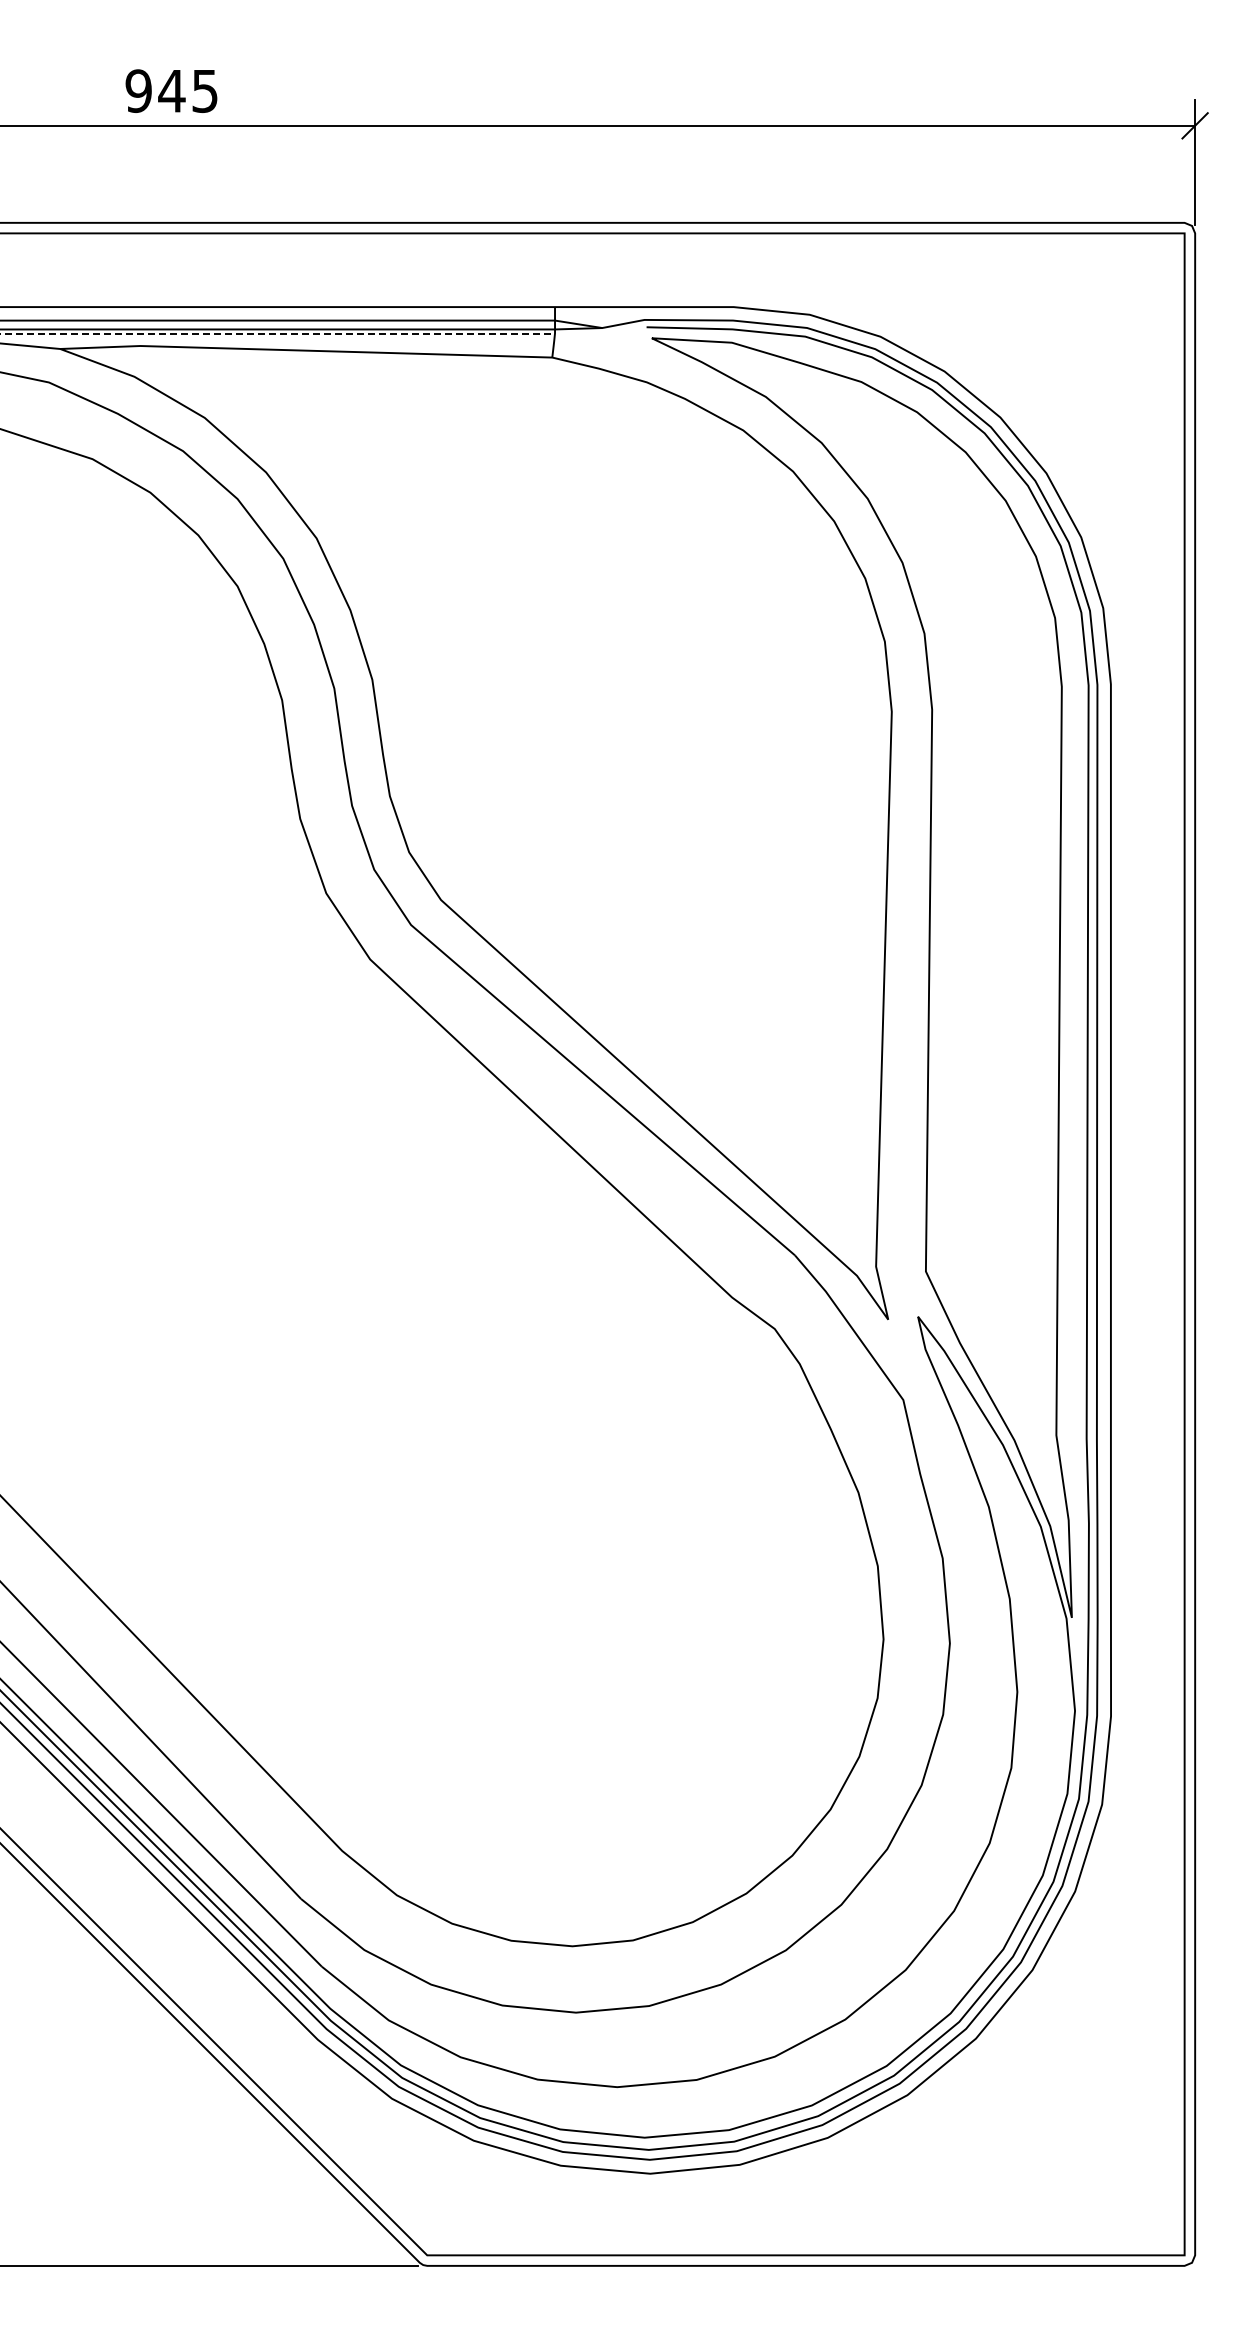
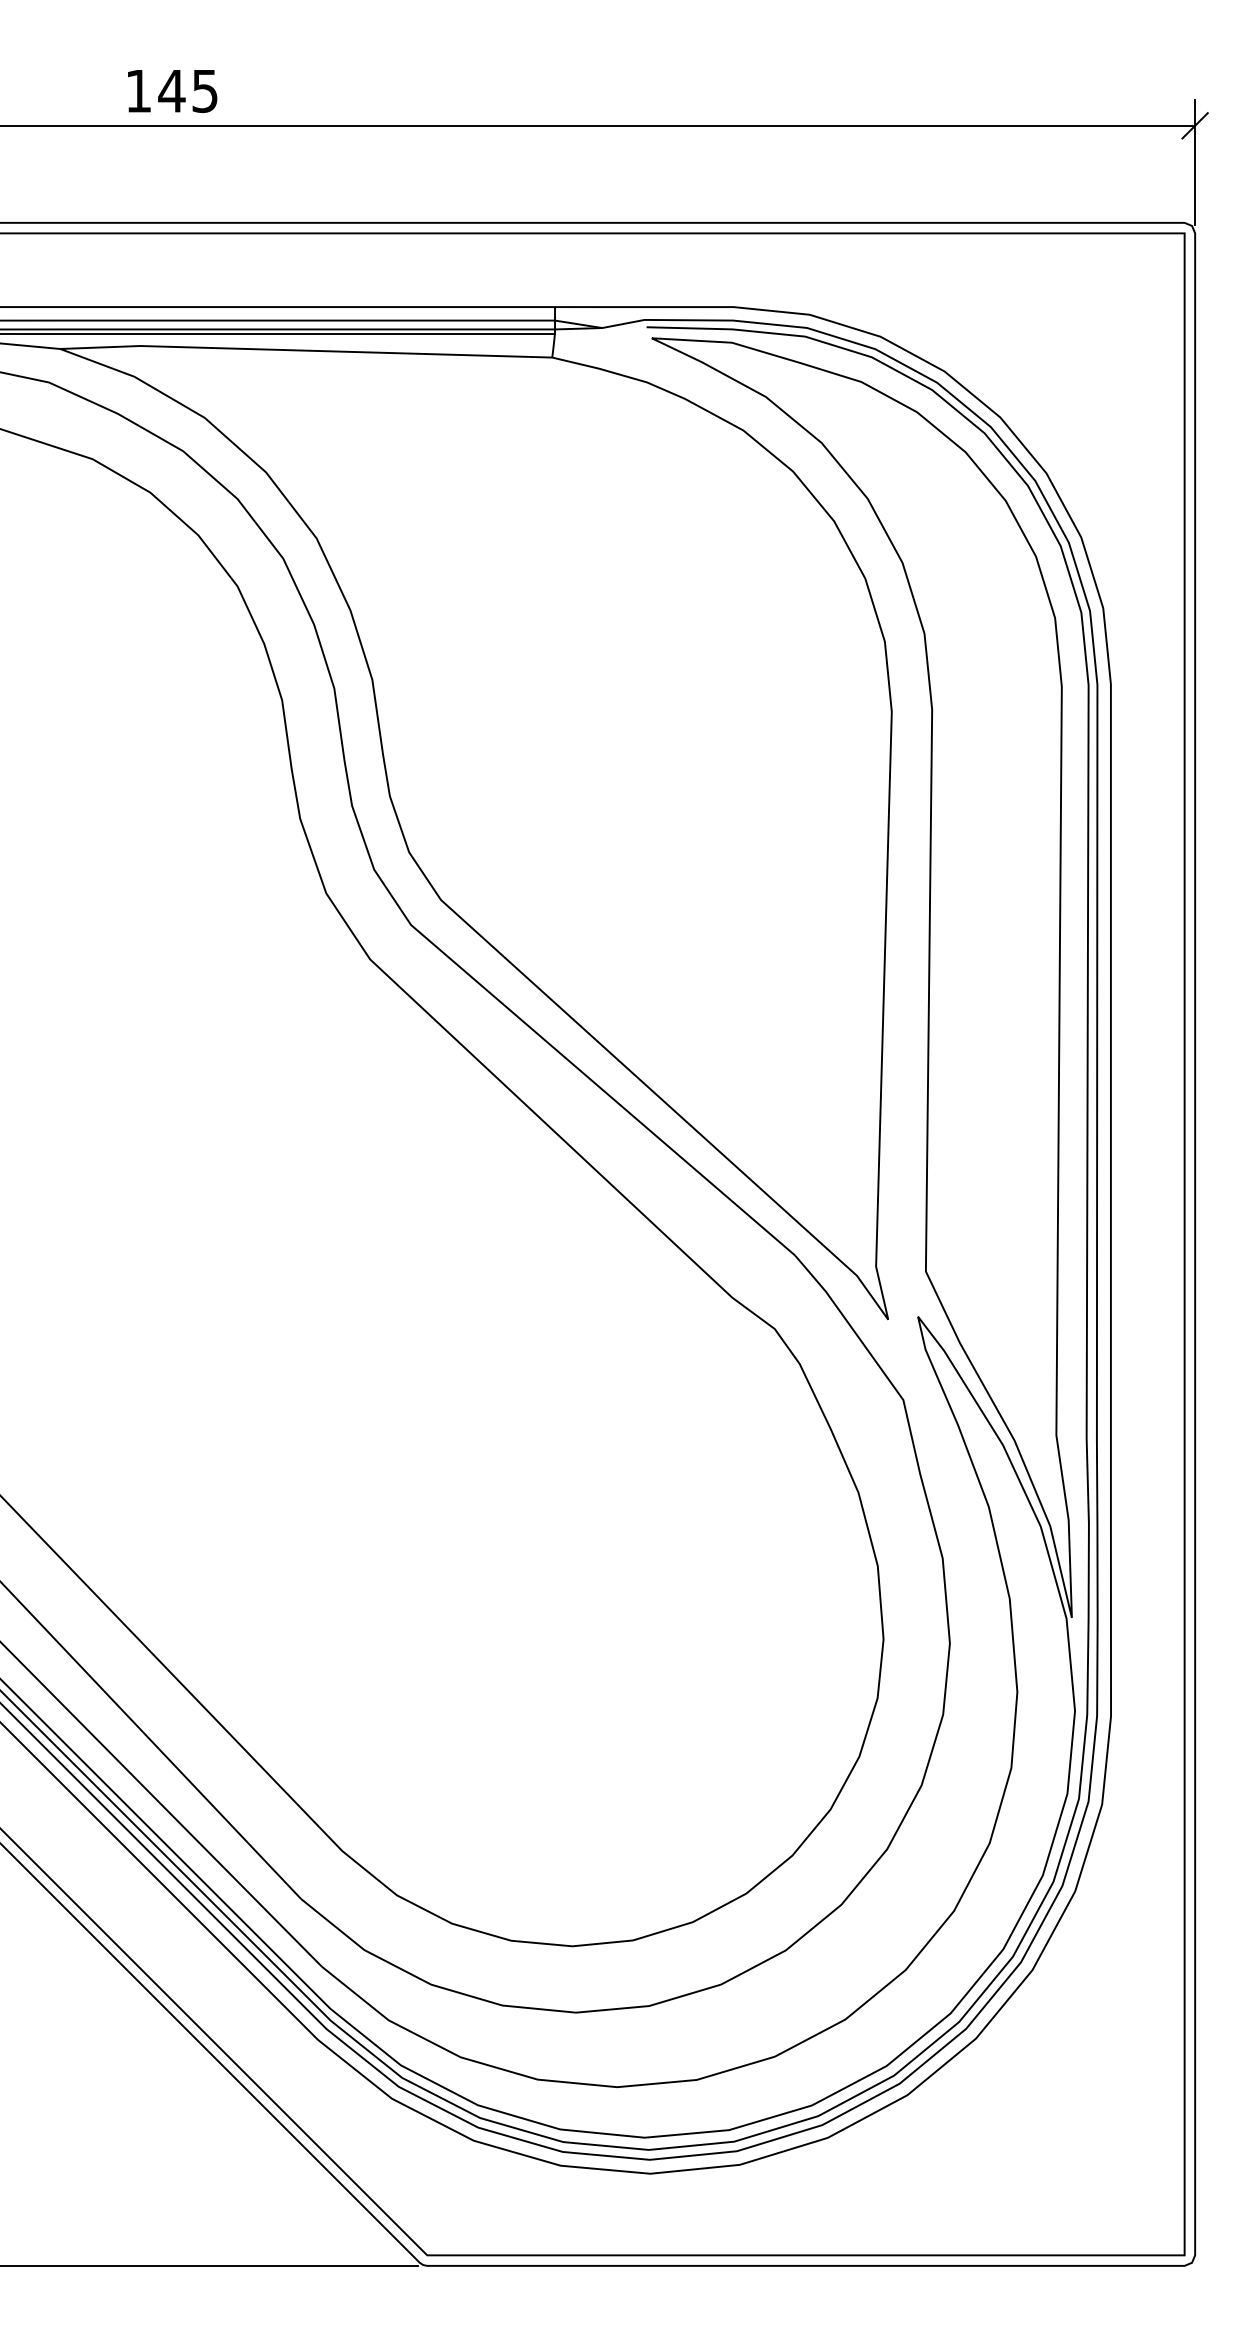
text at (138, 90): 945 -> 145
line at (276, 334): dashed -> solid
